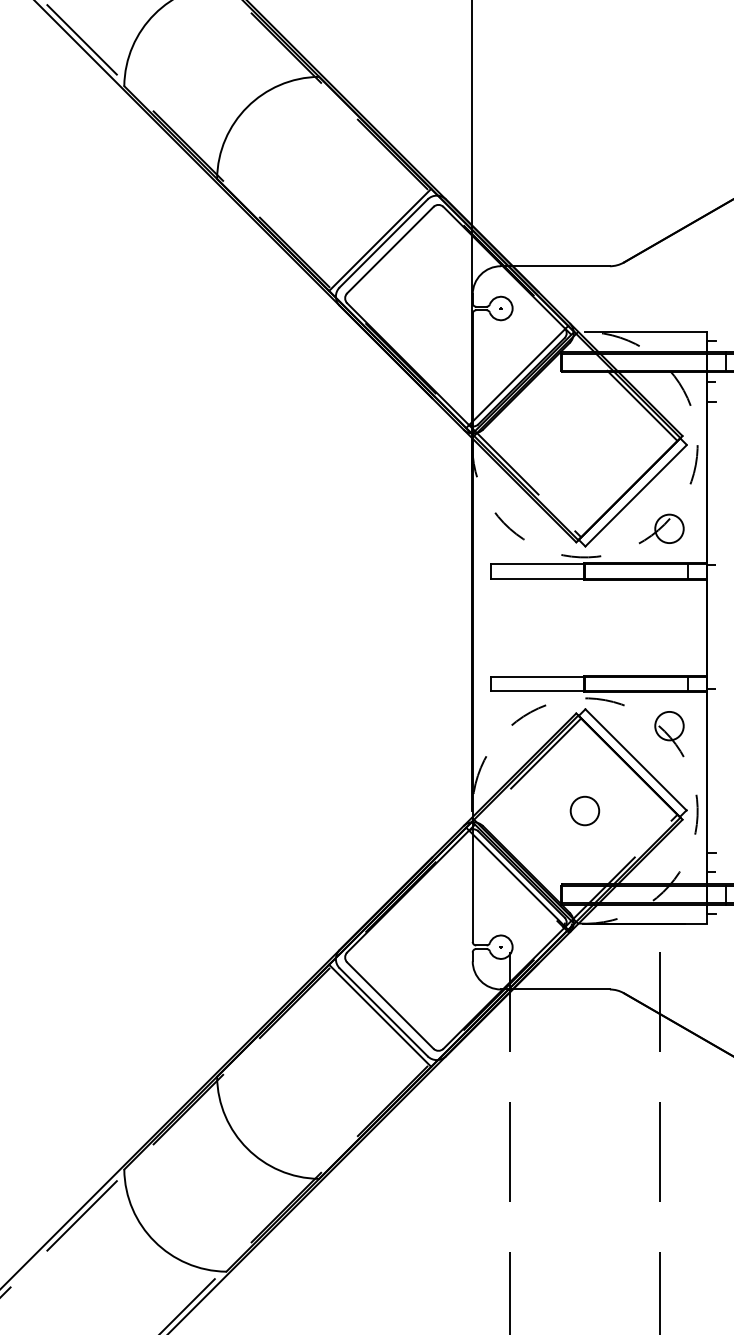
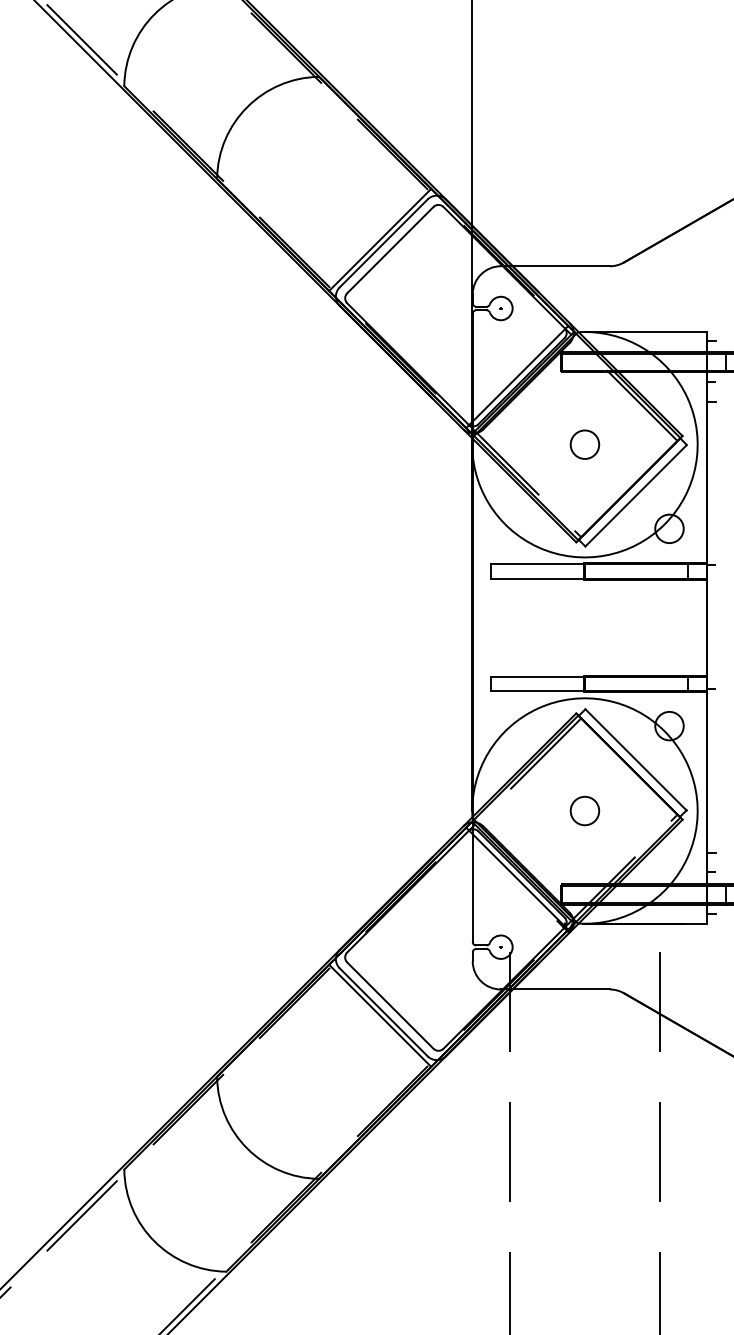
circle at (584, 444): none -> present
arc at (664, 524): dashed -> solid
arc at (664, 731): dashed -> solid
